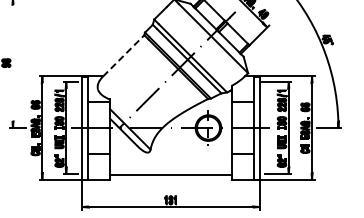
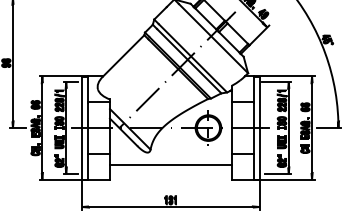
line at (124, 55): dashed -> solid
line at (12, 62): none -> present
line at (170, 175) position: (170, 175) -> (170, 165)
